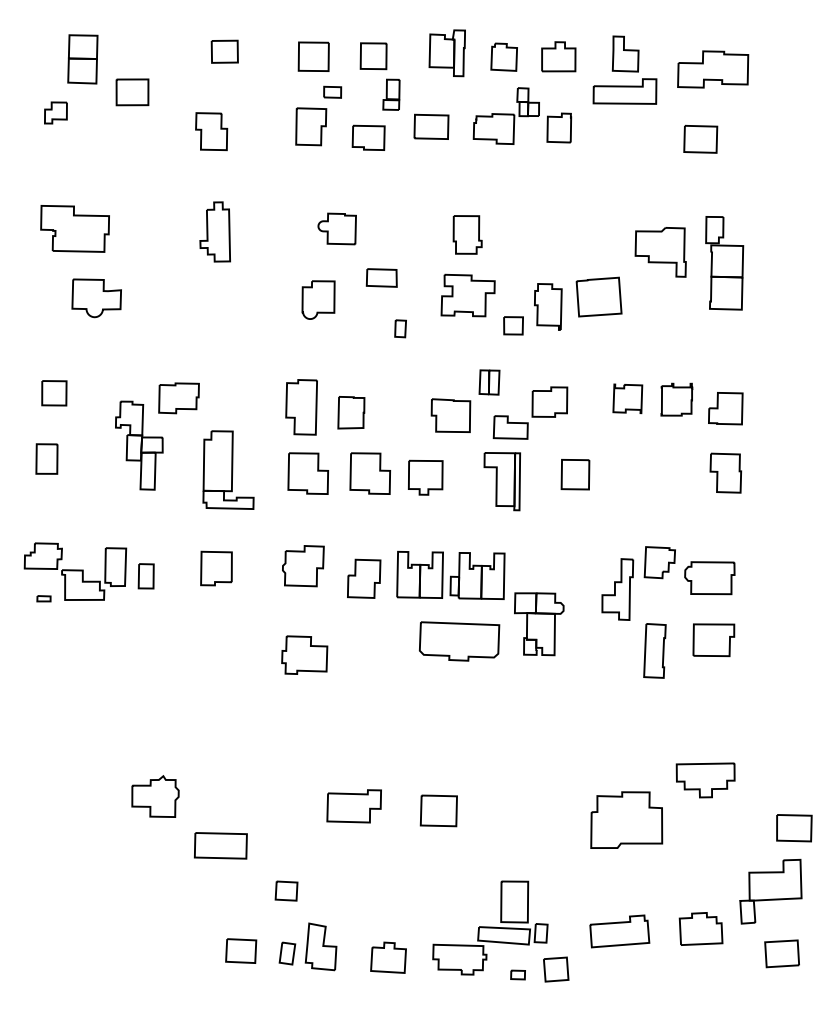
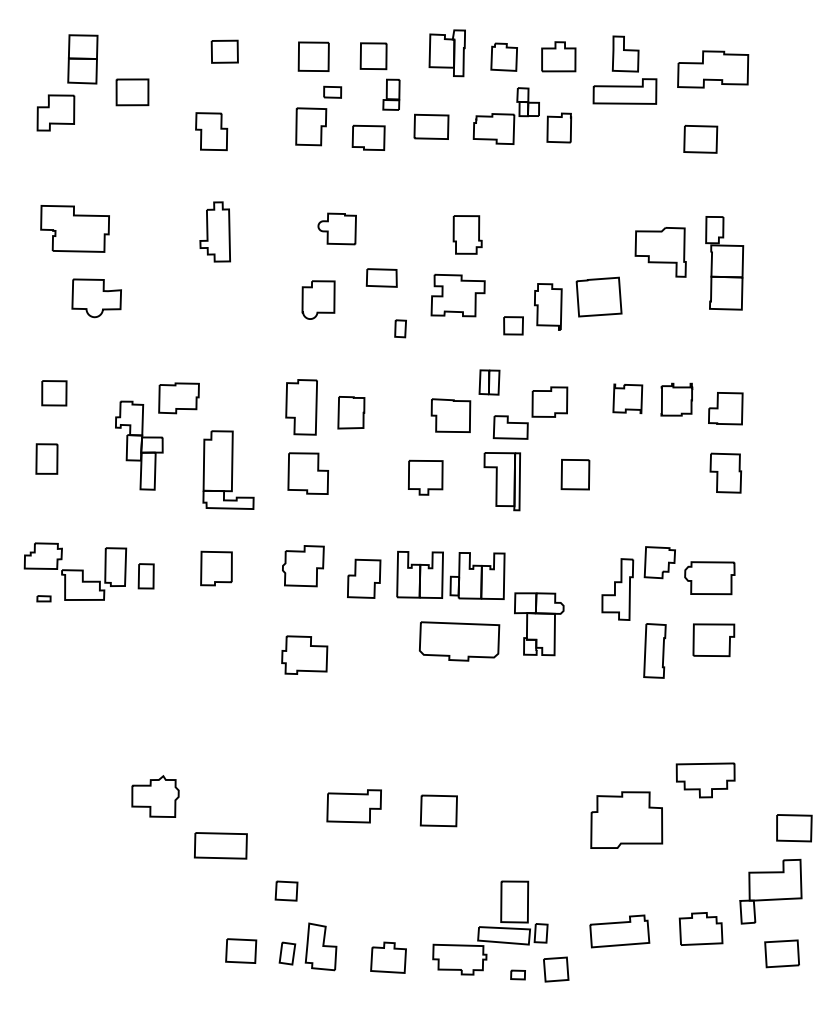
part at (55, 112) size: 24x24 px -> 40x38 px
part at (467, 295) position: (467, 295) -> (457, 295)
part at (370, 473): present -> none
